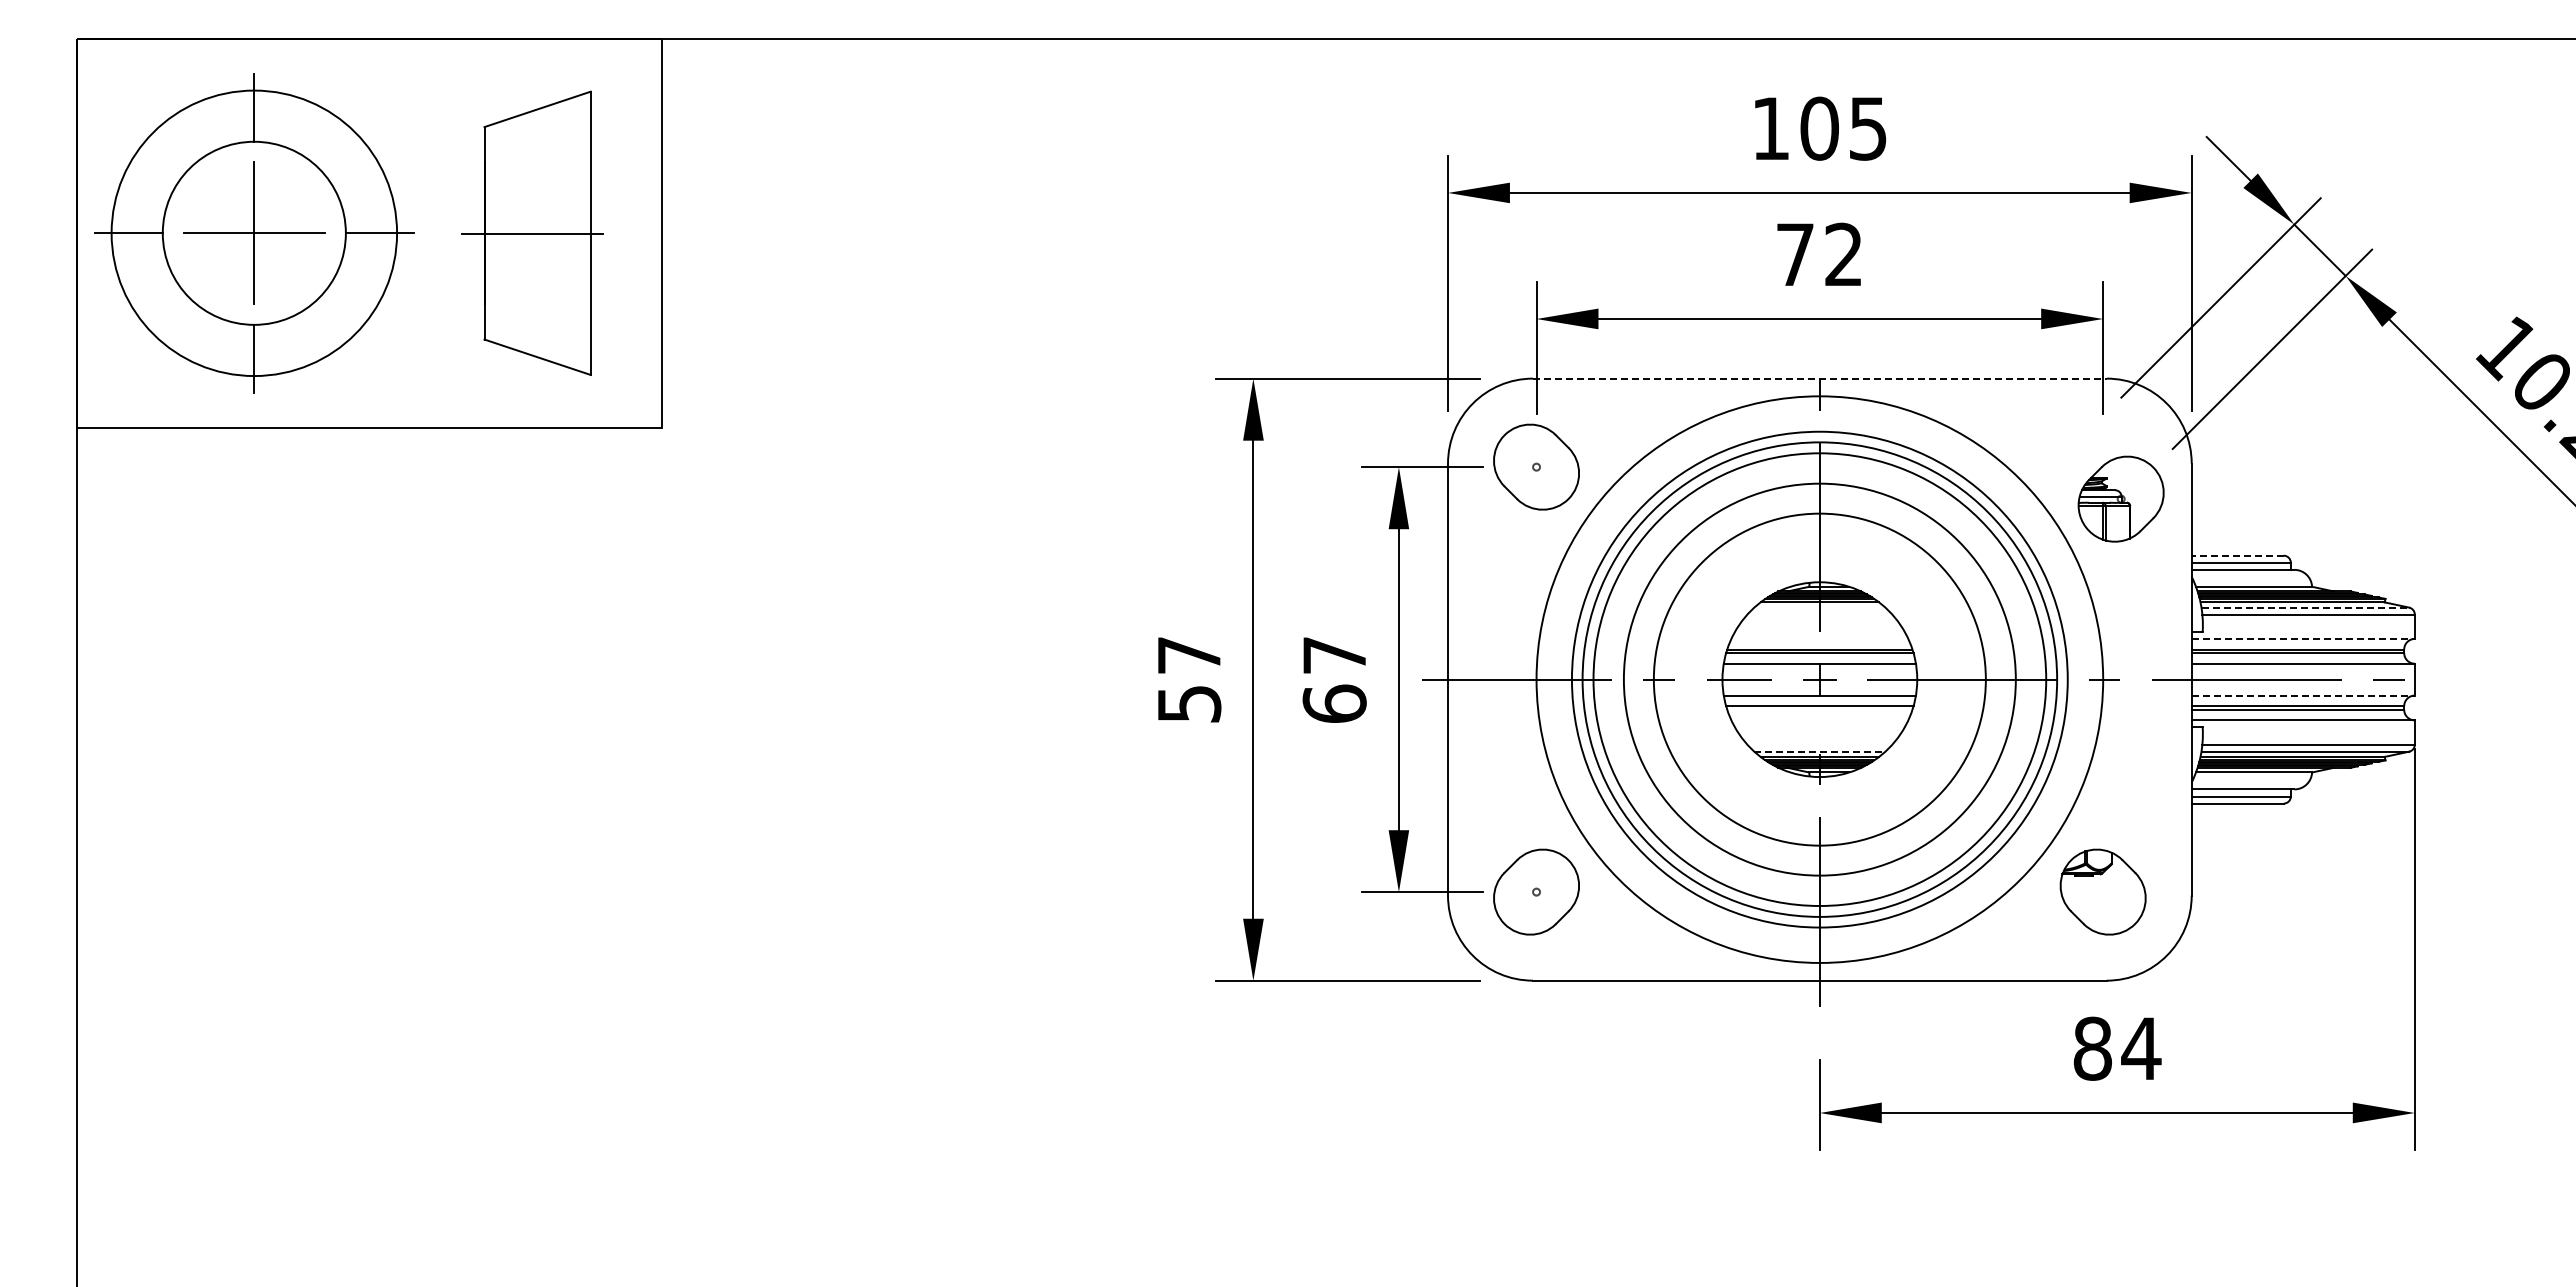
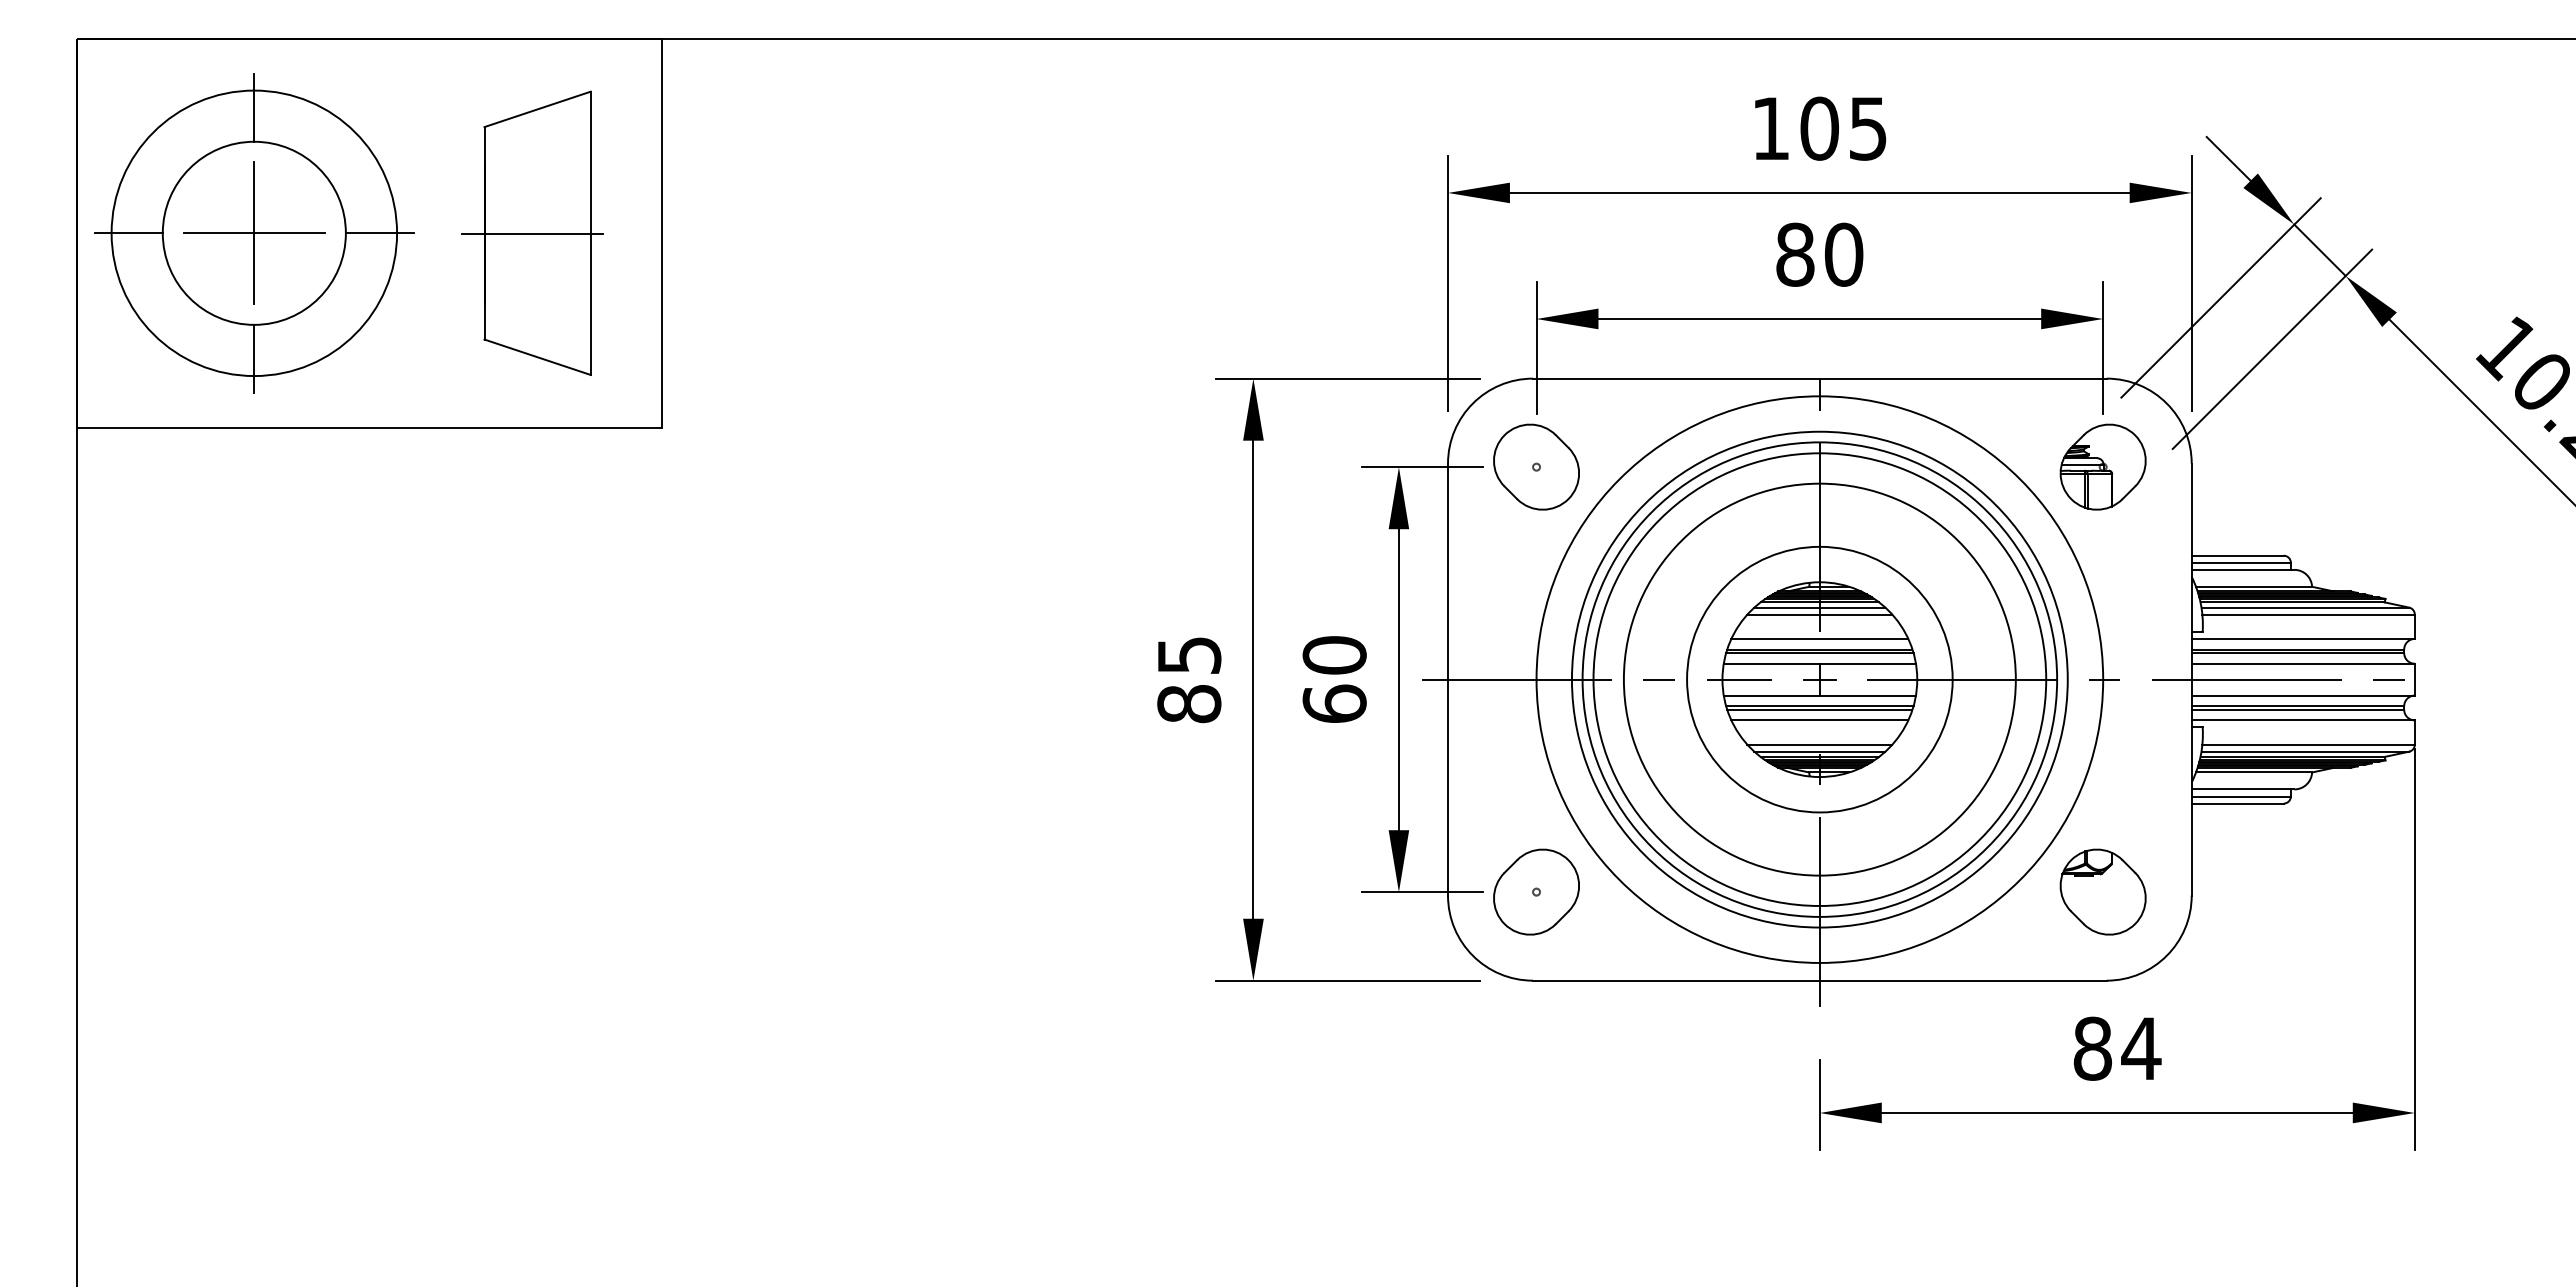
text at (1819, 254): 72 -> 80
line at (1819, 378): dashed -> solid
part at (2120, 498) position: (2120, 498) -> (2102, 466)
line at (2237, 555): dashed -> solid
line at (1819, 607): none -> present
line at (2305, 607): dashed -> solid
line at (1819, 614): none -> present
line at (1819, 638): none -> present
line at (2303, 638): dashed -> solid
text at (1334, 655): 67 -> 60
circle at (1819, 679) diameter: 332 px -> 266 px
text at (1189, 680): 57 -> 85
line at (2303, 695): dashed -> solid
line at (1819, 709): none -> present
line at (1819, 720): none -> present
line at (1819, 744): none -> present
line at (1819, 751): dashed -> solid
